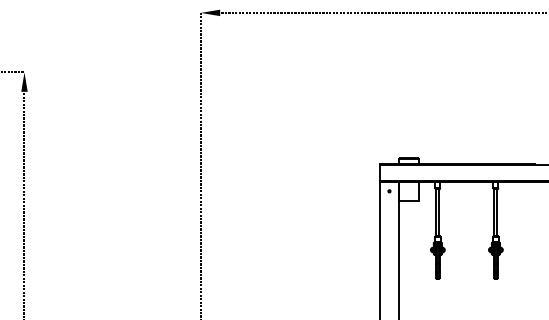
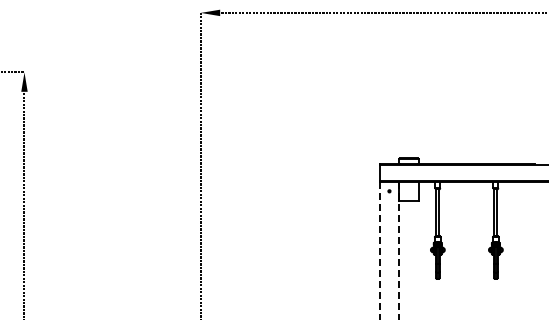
line at (379, 250): solid -> dashed
line at (399, 250): solid -> dashed
